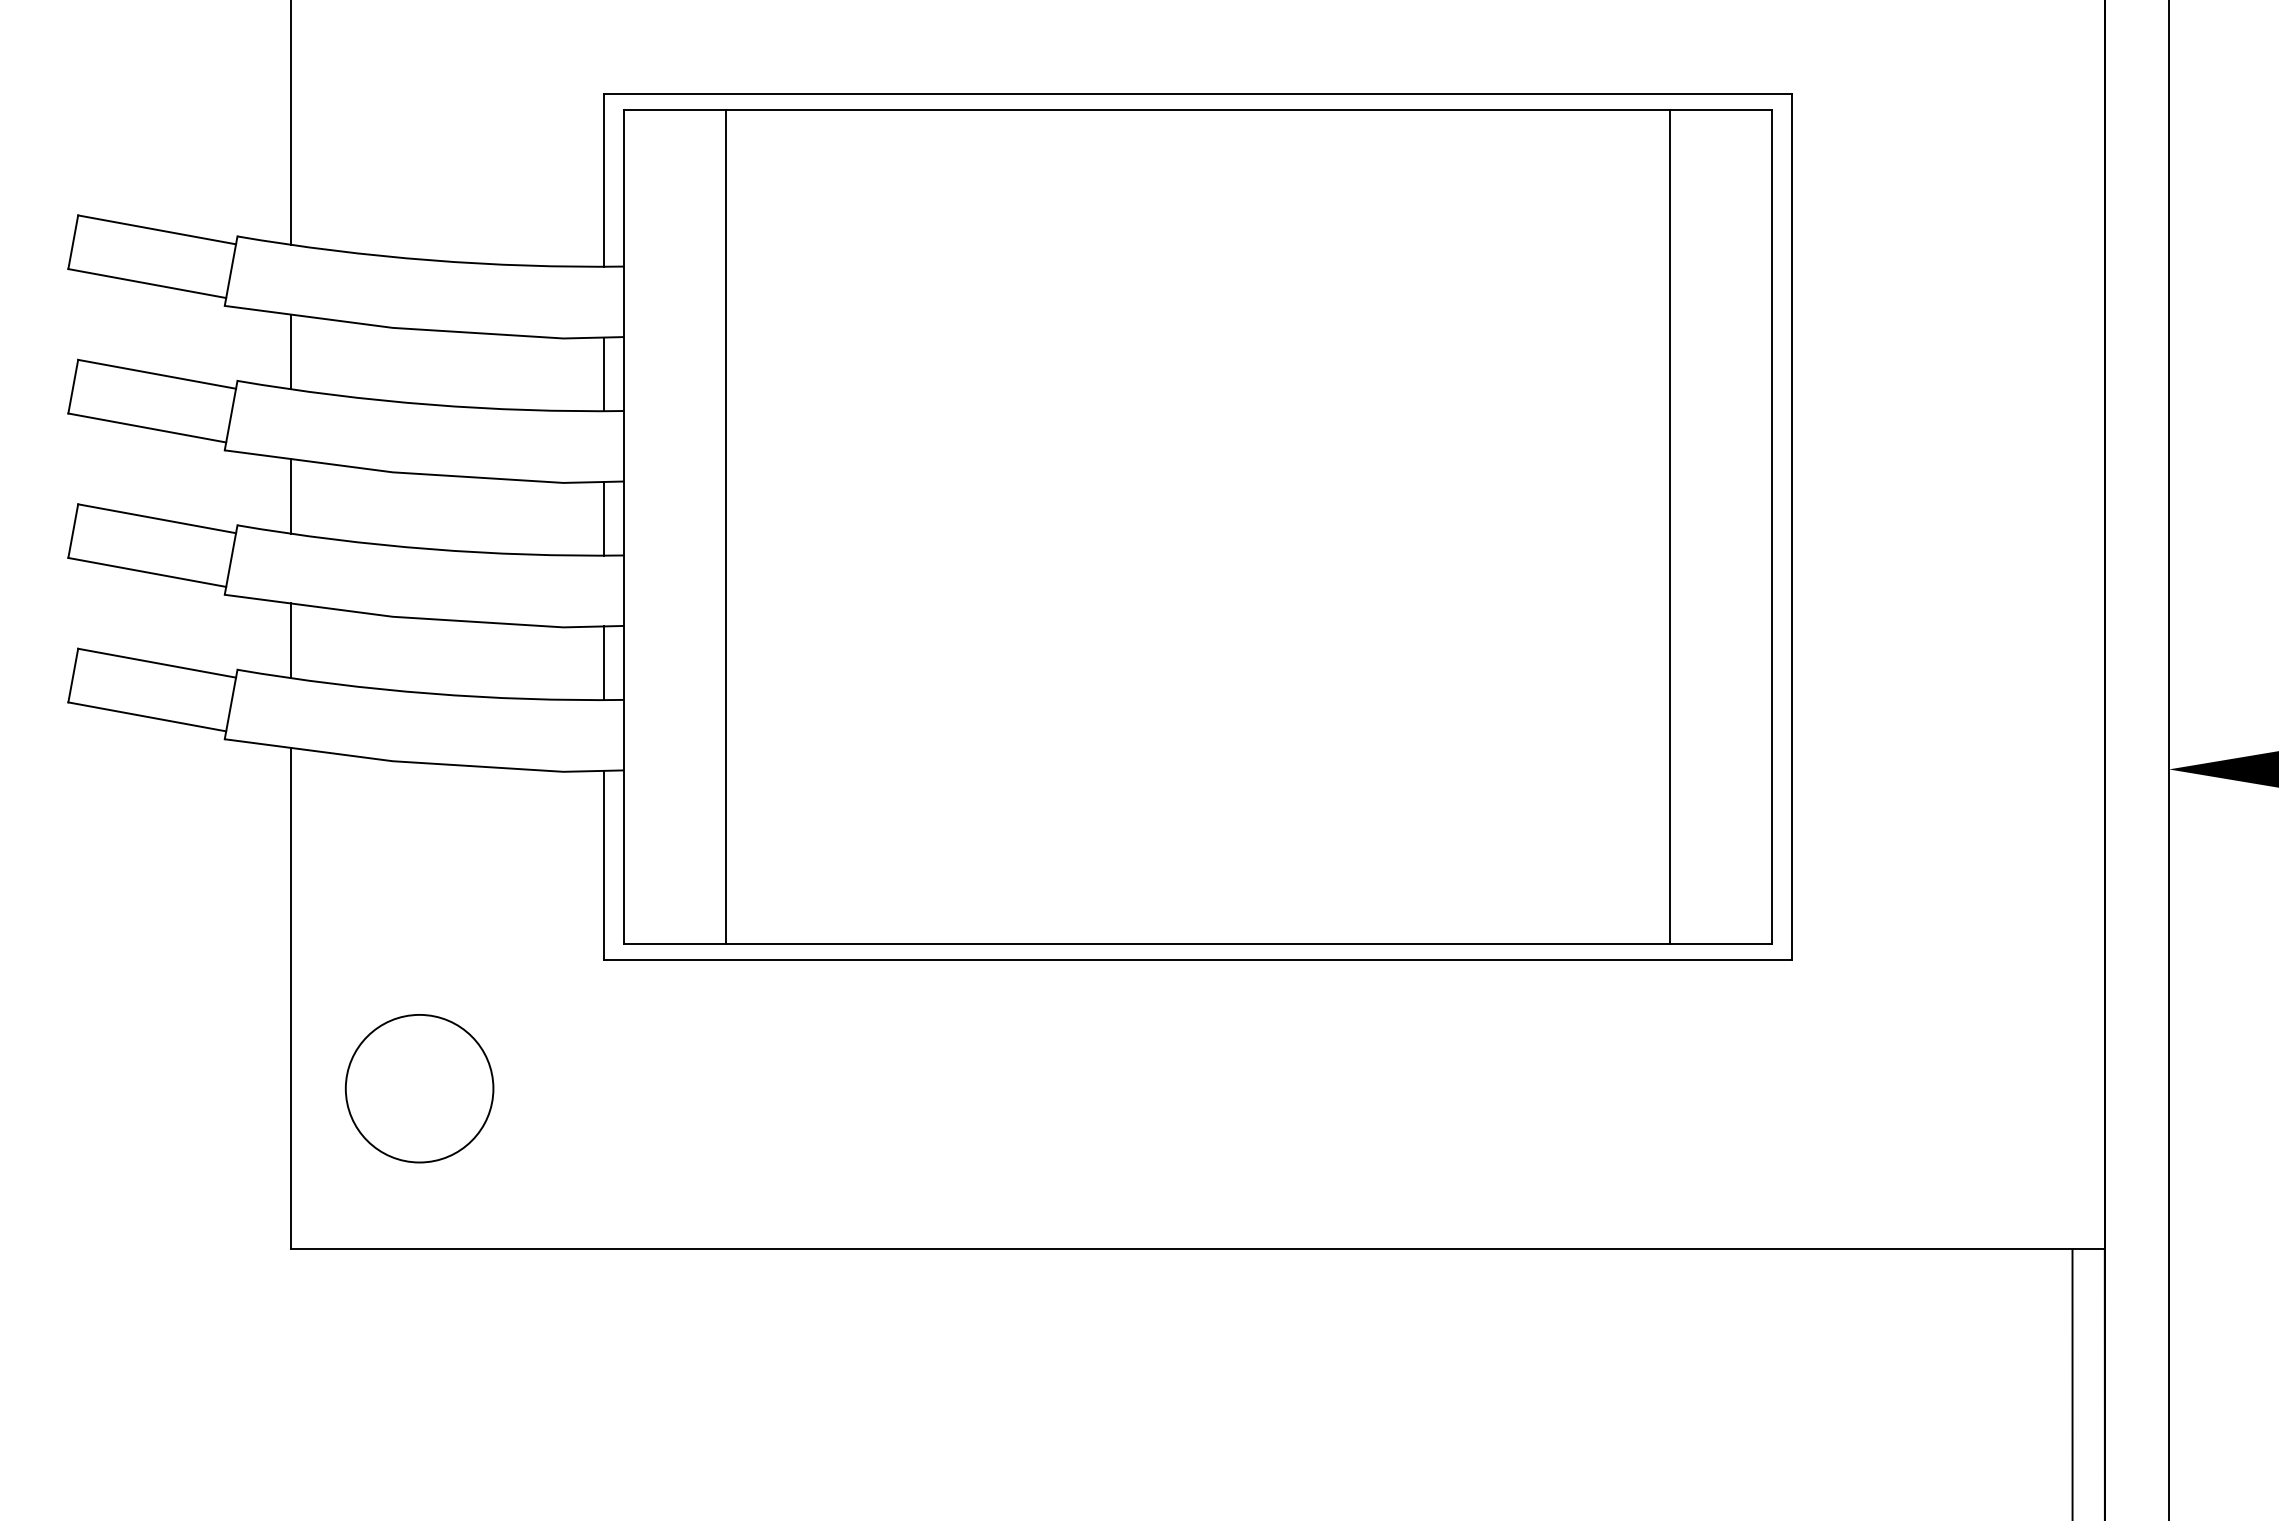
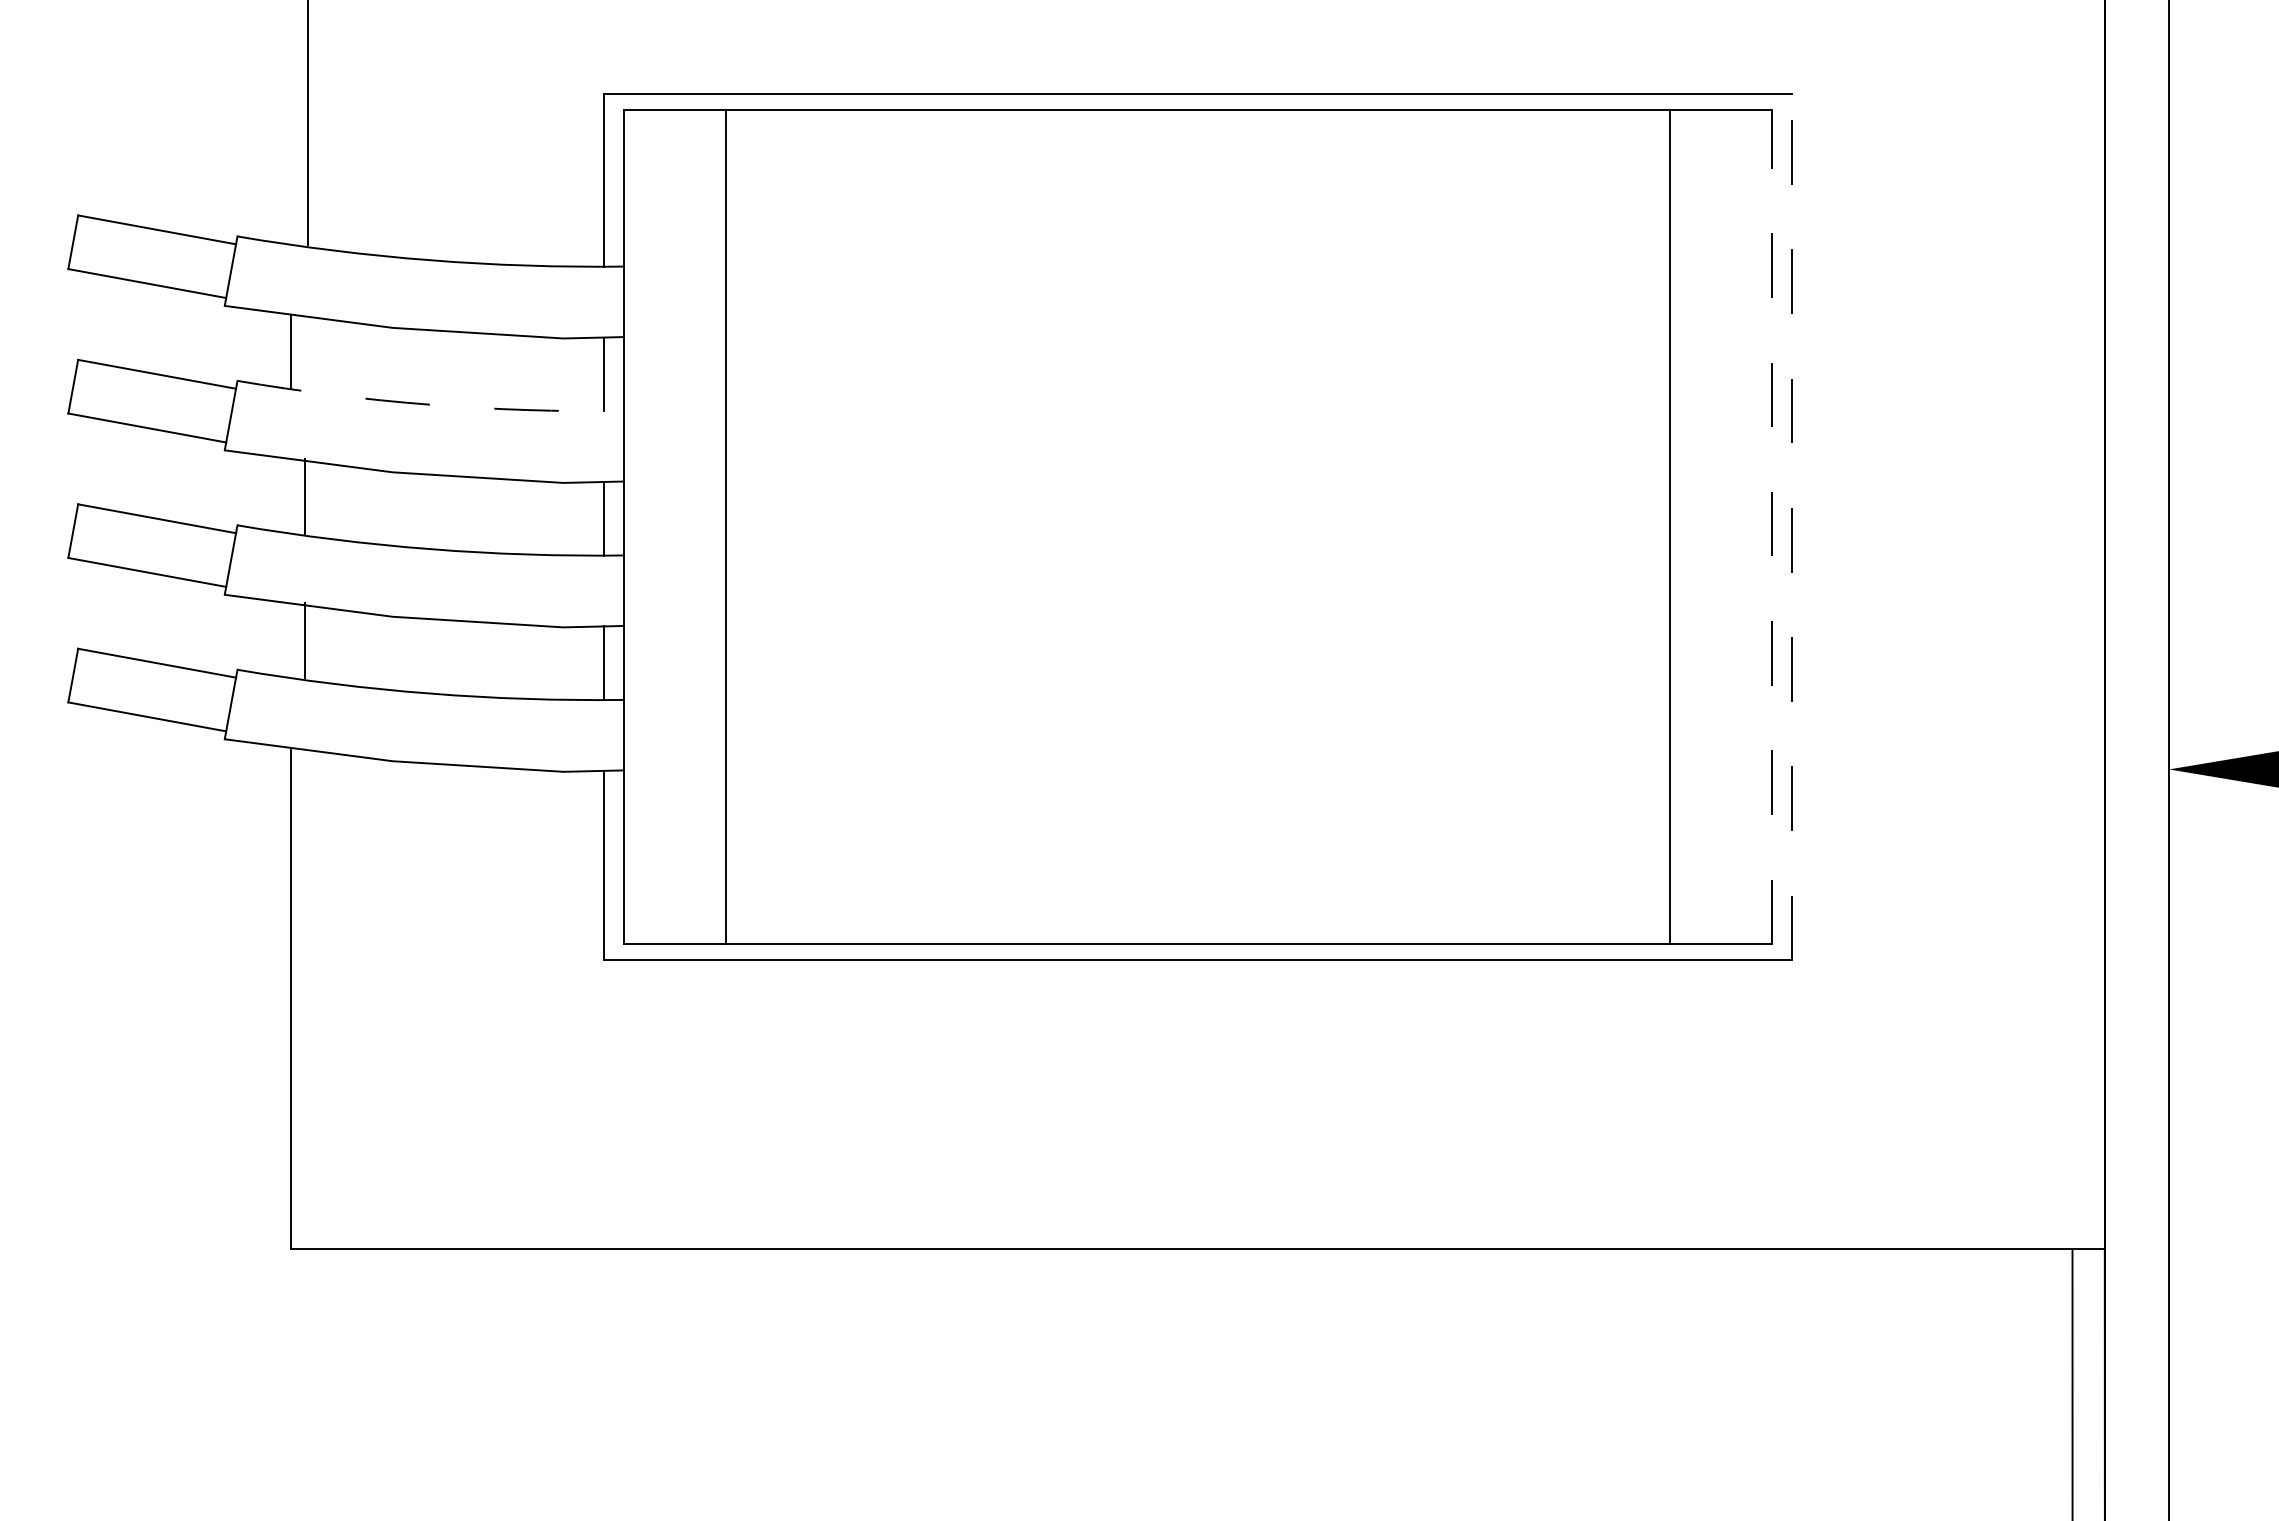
line at (291, 123) position: (291, 123) -> (308, 123)
arc at (430, 404): solid -> dashed
line at (291, 496) position: (291, 496) -> (305, 496)
line at (1771, 526): solid -> dashed
line at (1791, 526): solid -> dashed
line at (291, 640) position: (291, 640) -> (305, 640)
circle at (419, 1088): present -> none
